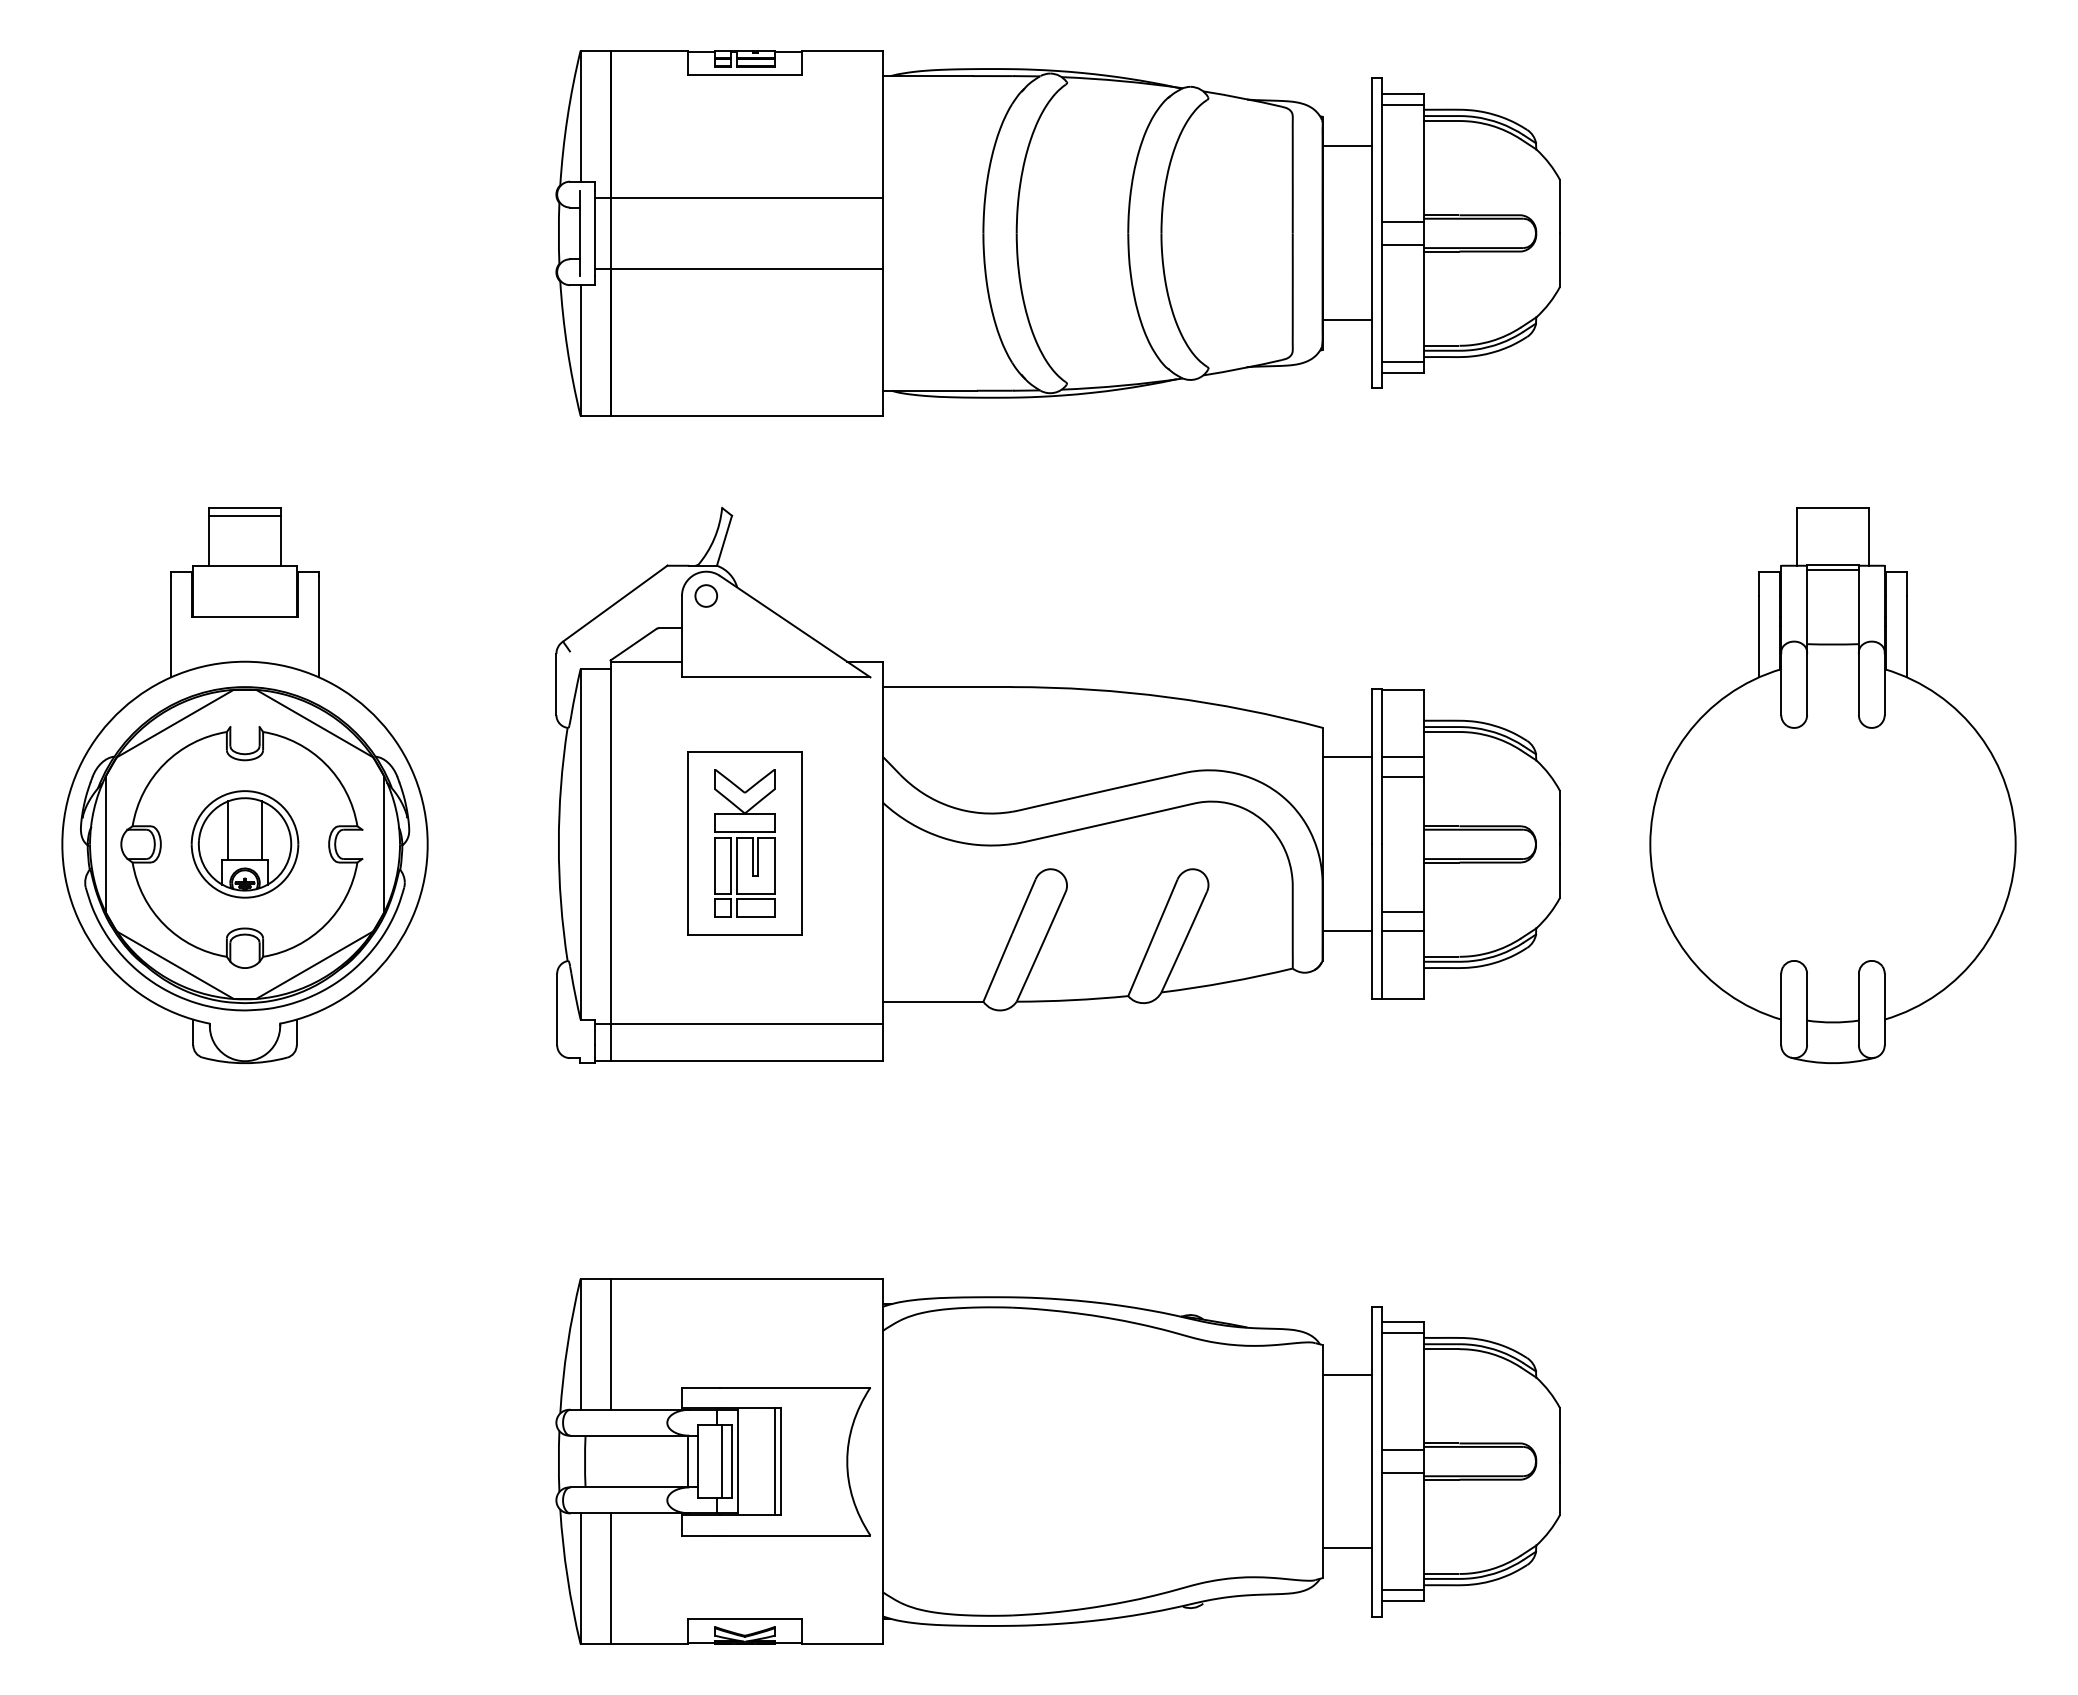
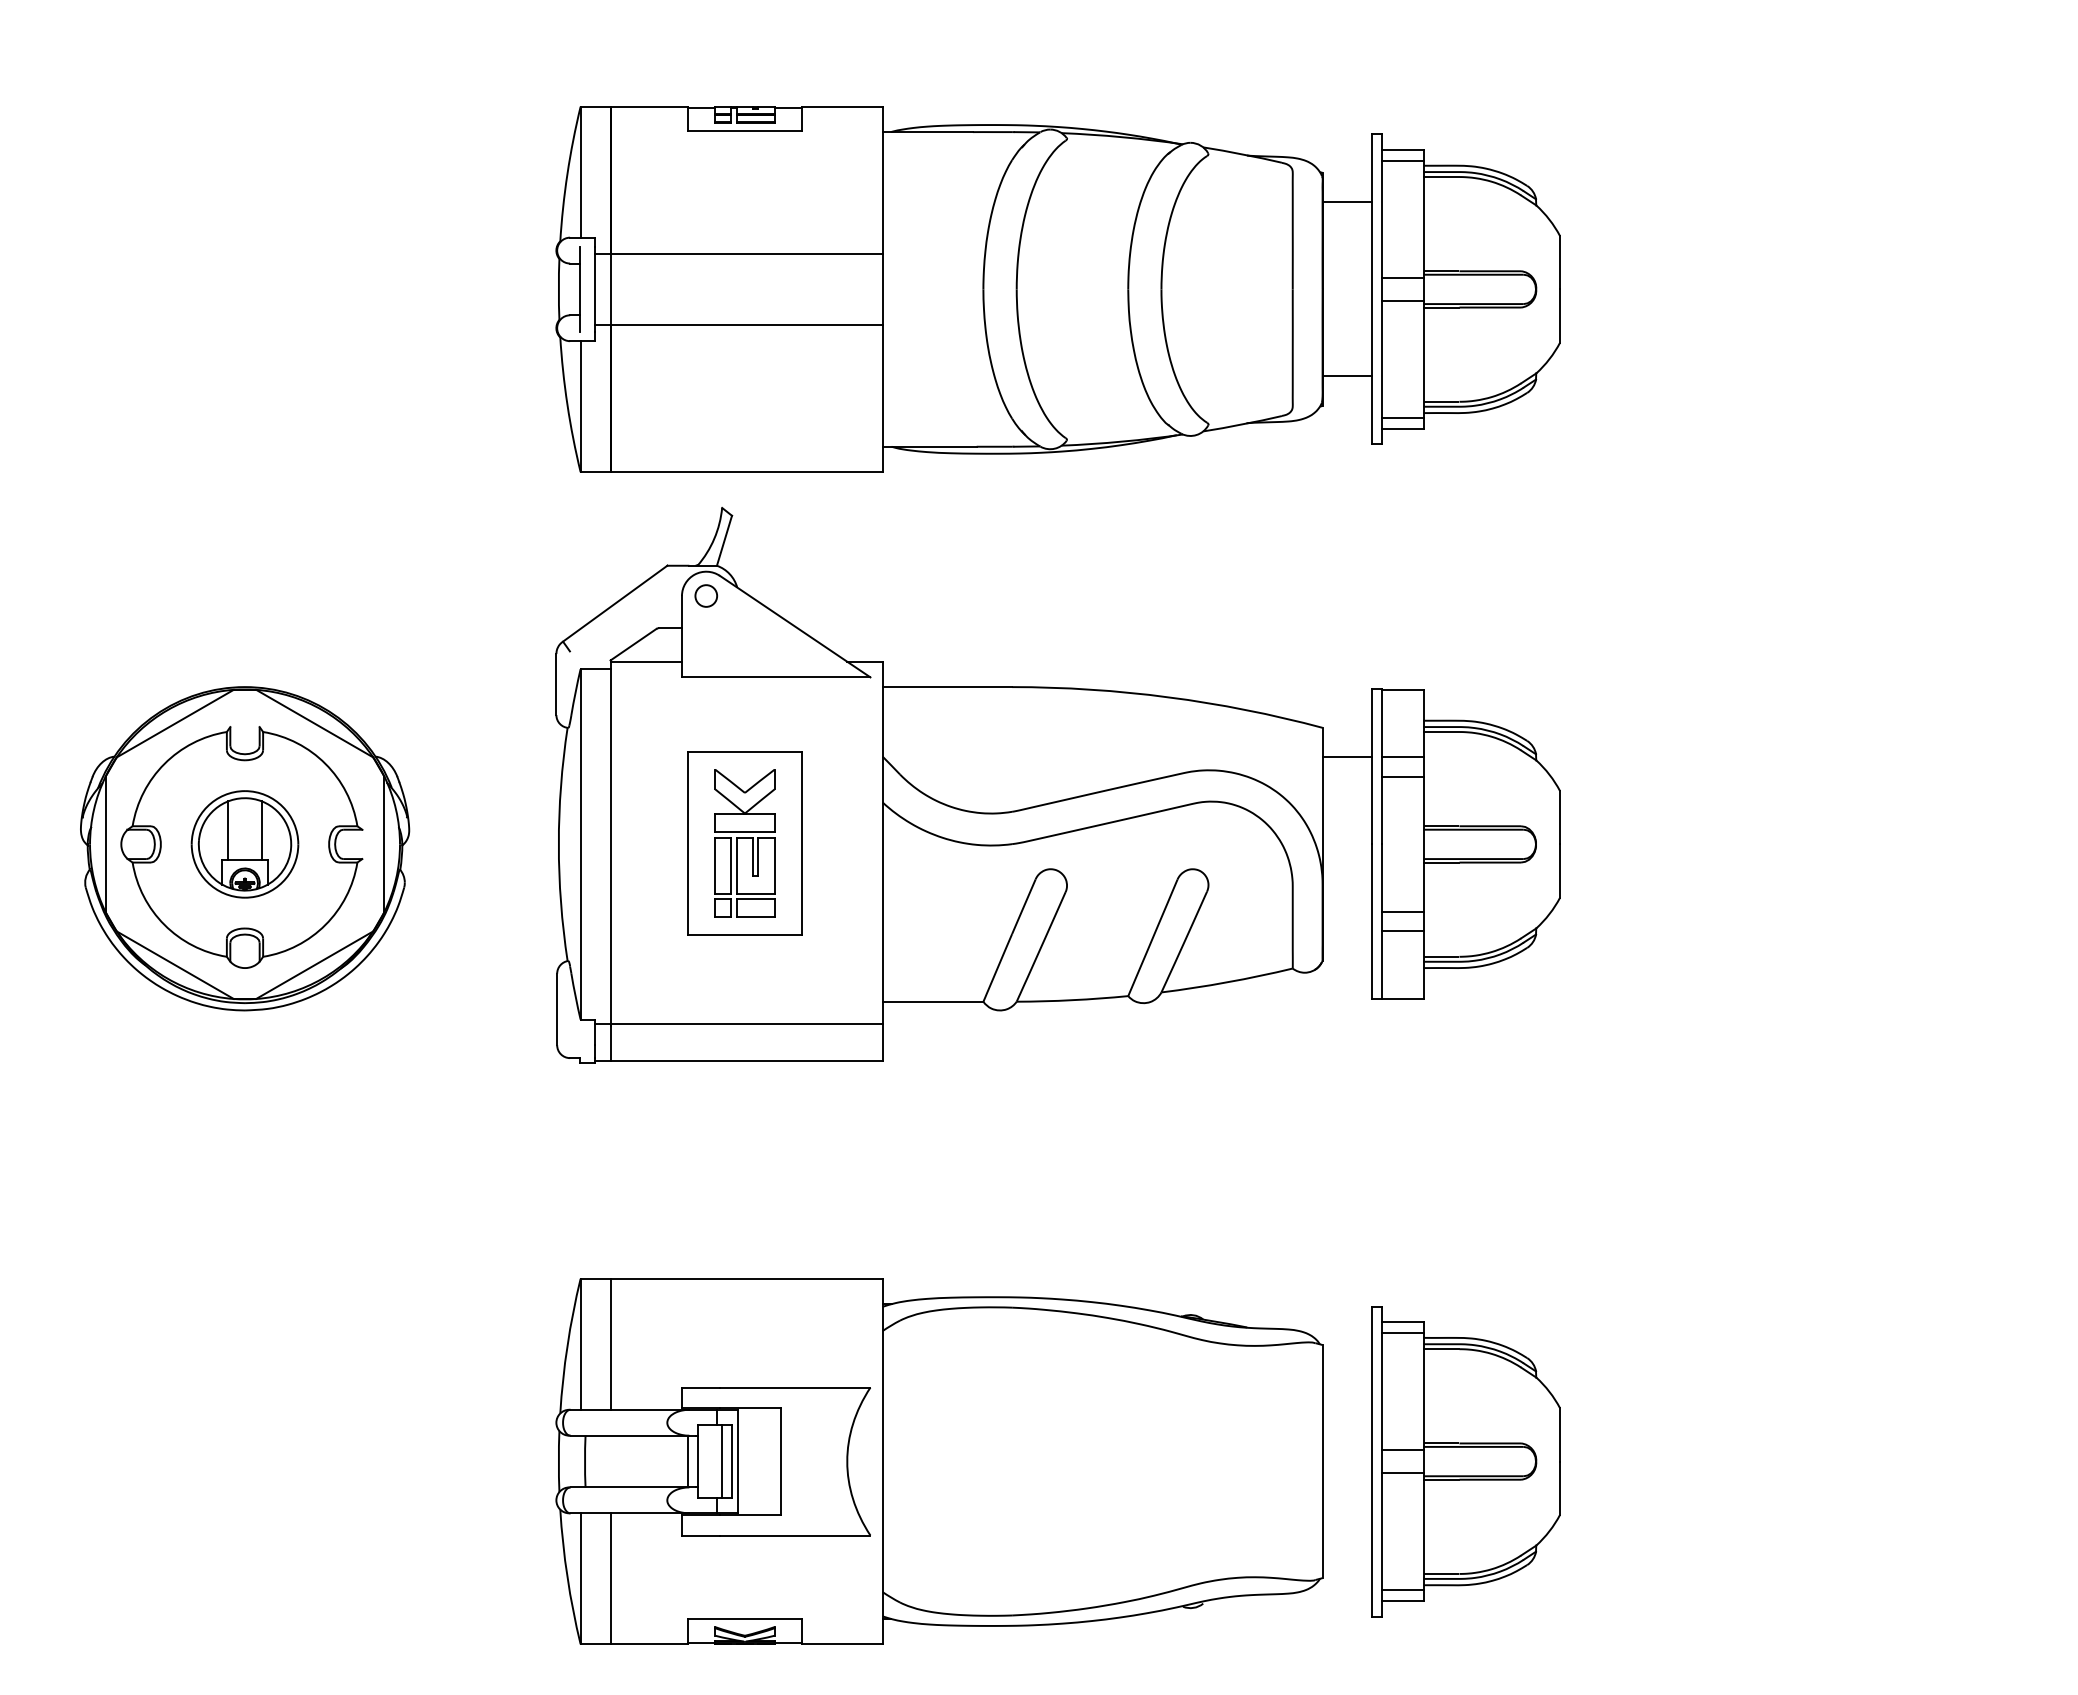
part at (1057, 233) position: (1057, 233) -> (1057, 289)
part at (244, 785): present -> none
part at (1832, 785): present -> none
line at (1346, 931): present -> none
line at (1346, 1374): present -> none
line at (775, 1461): present -> none
line at (1346, 1548): present -> none
